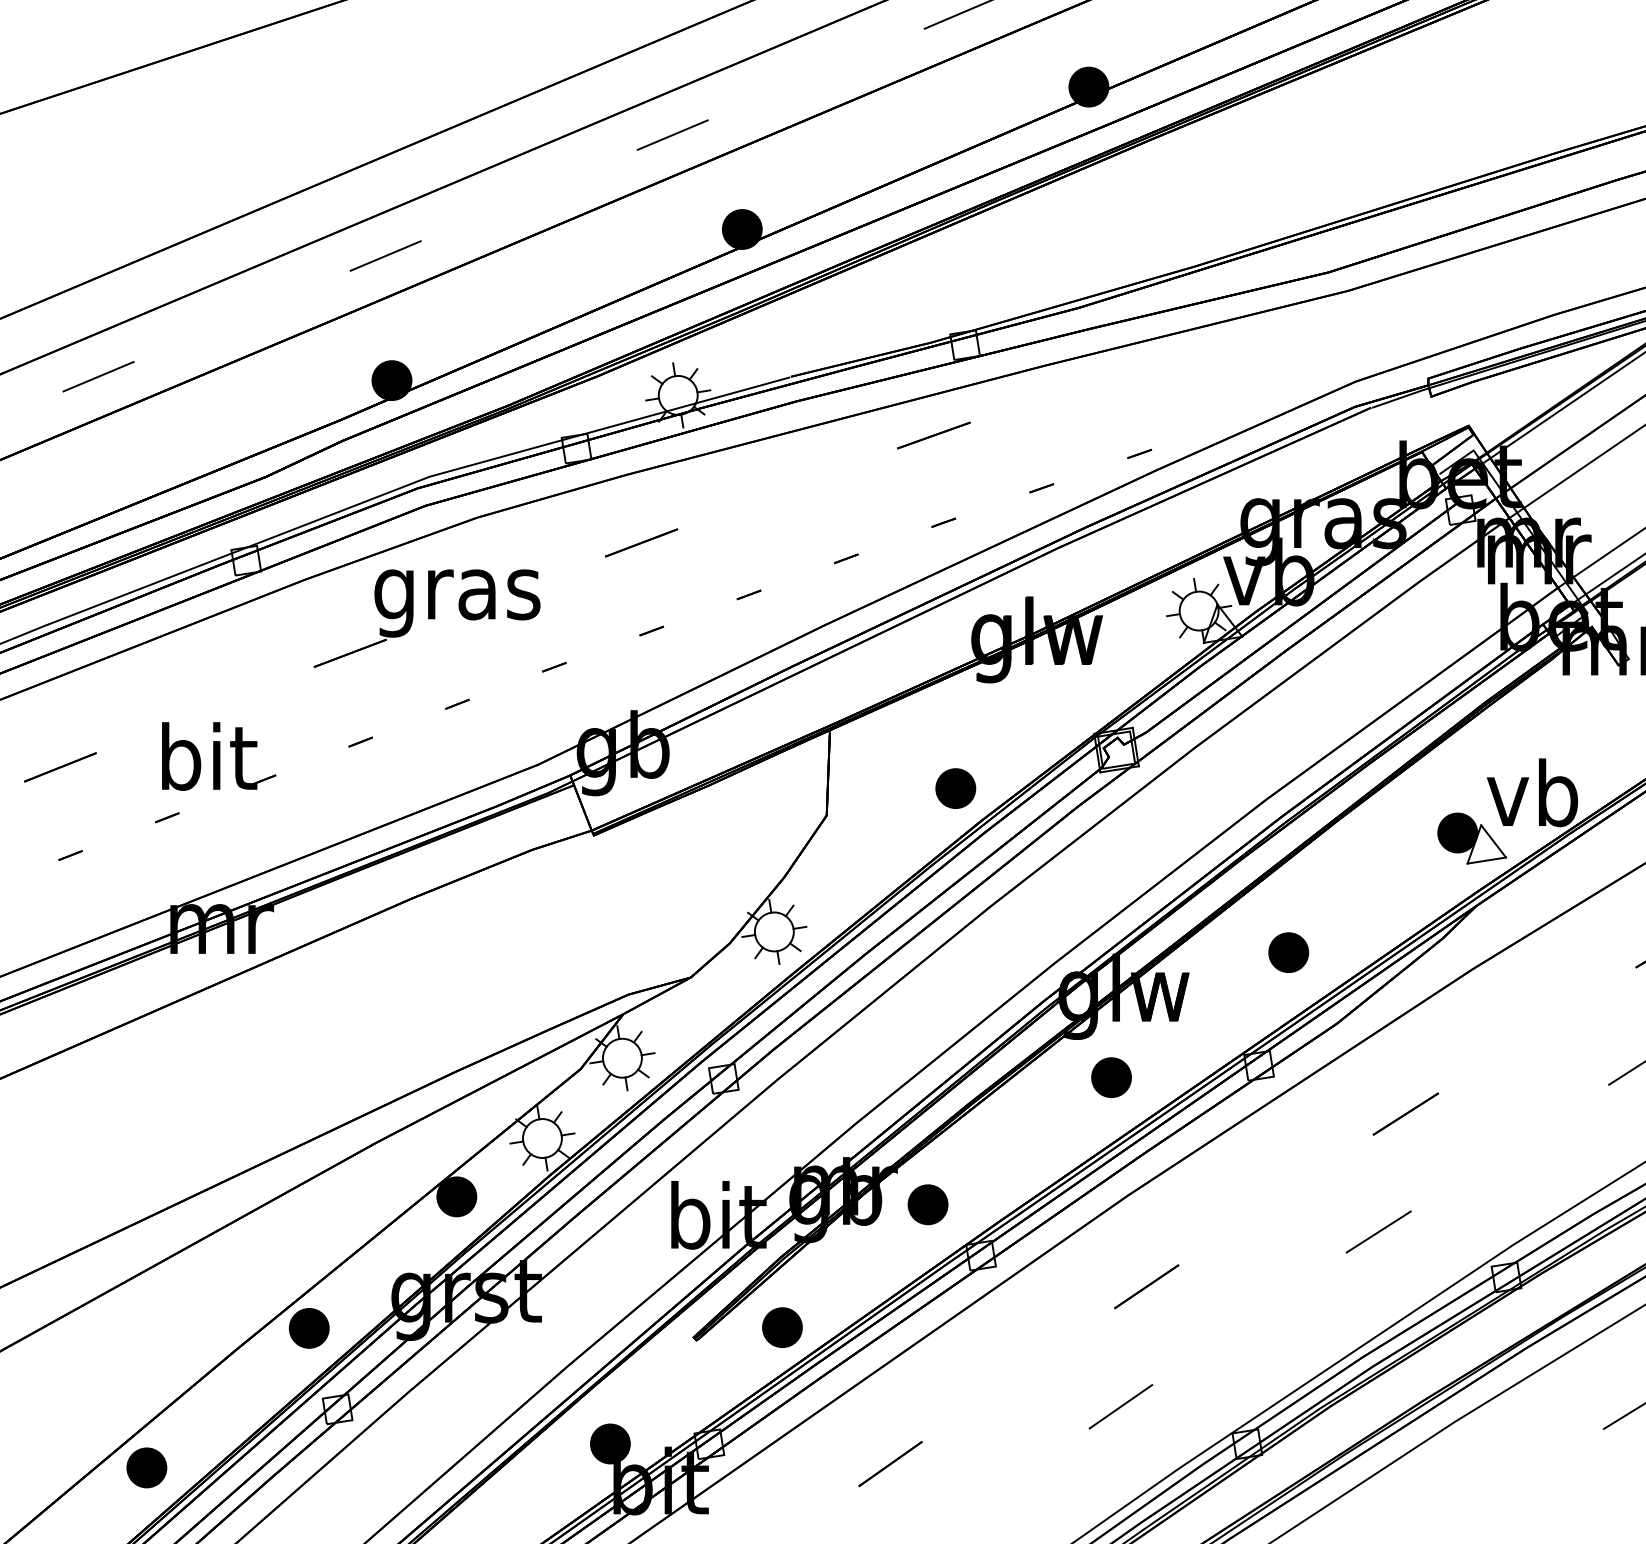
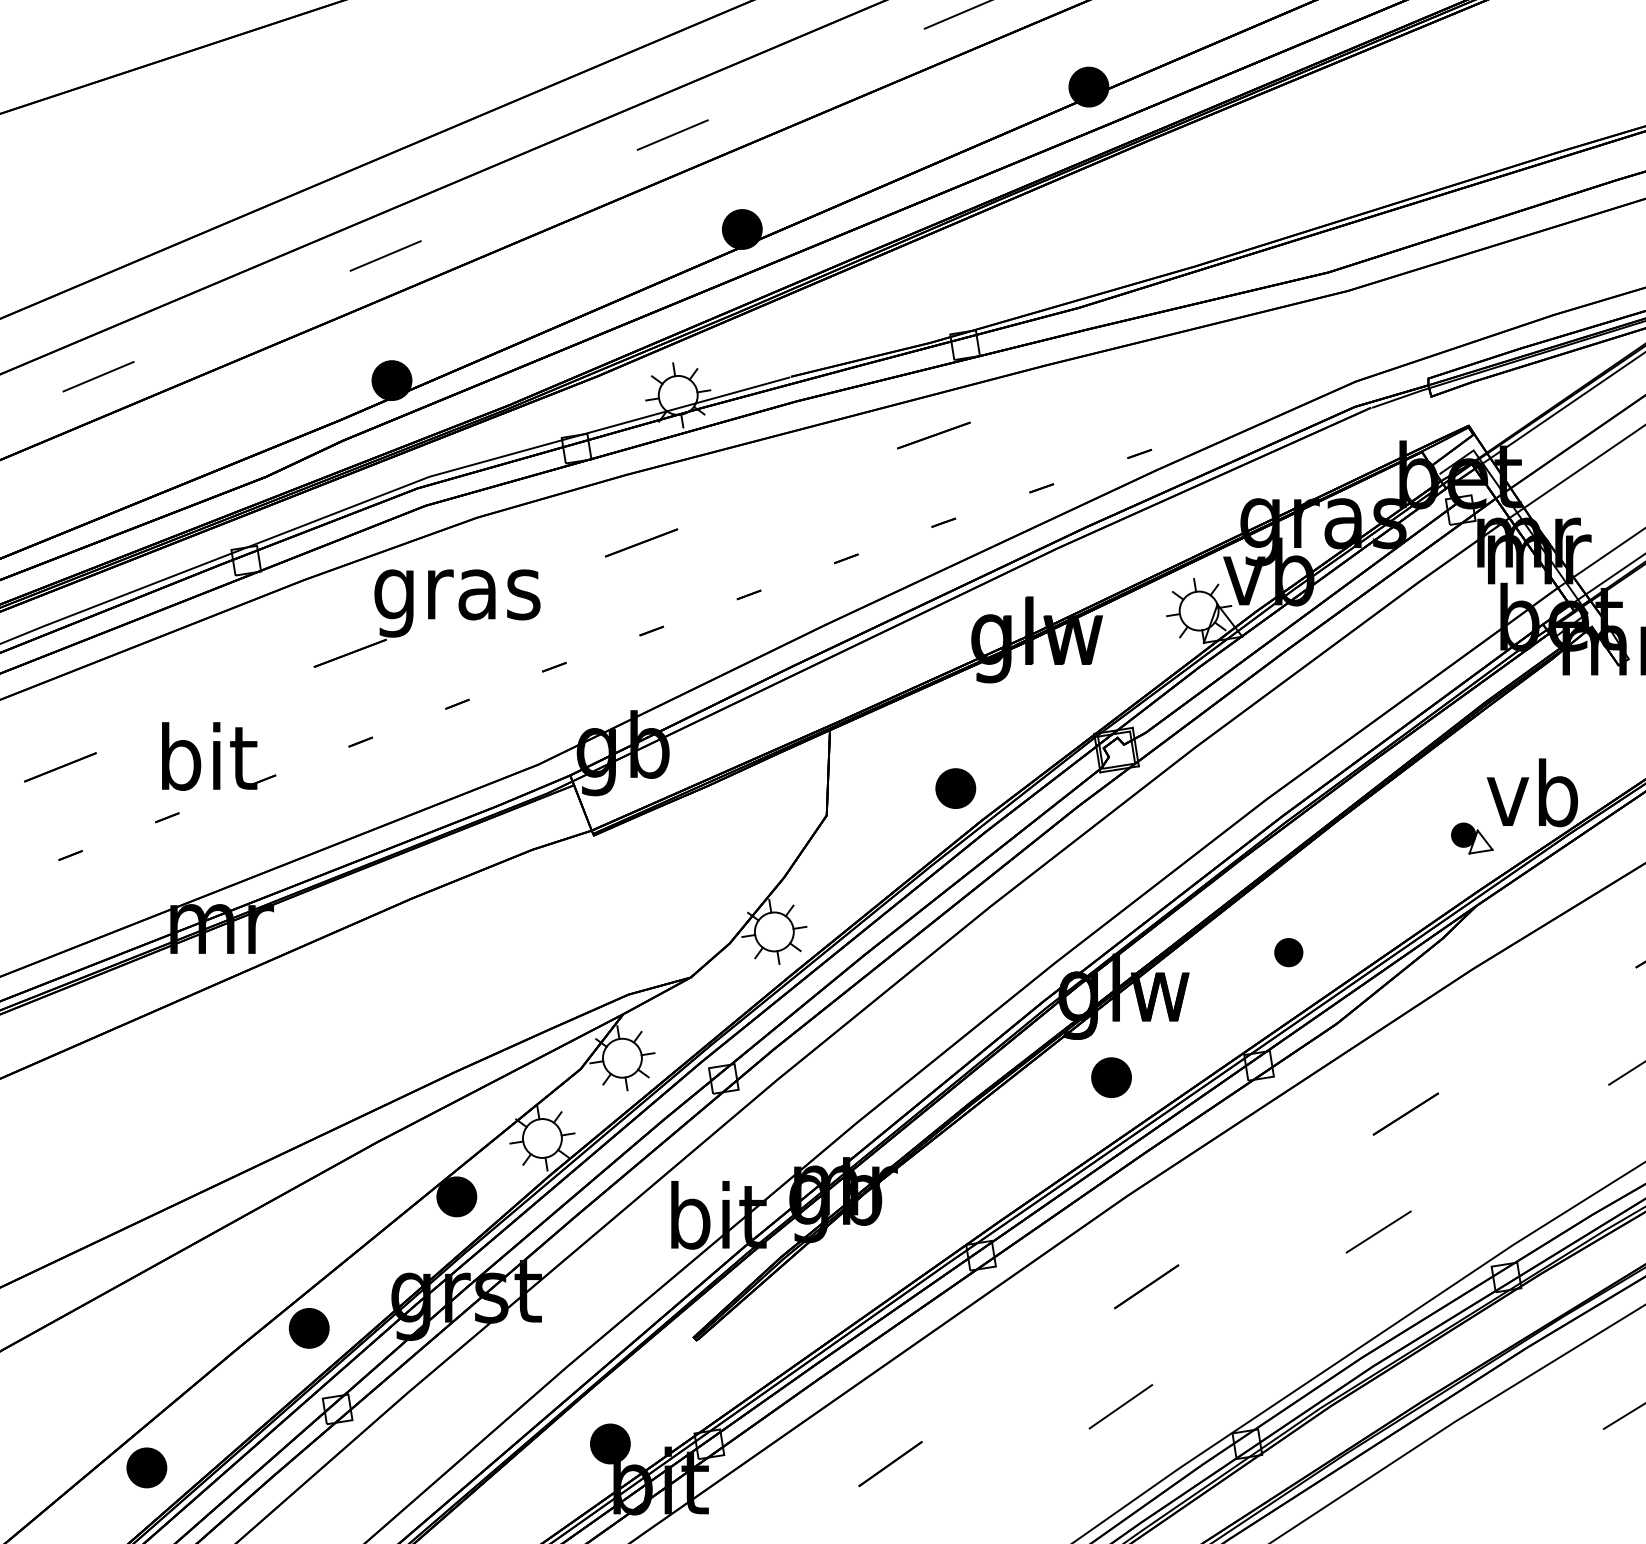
part at (1472, 838) size: 71x53 px -> 43x33 px
part at (1288, 952) size: 42x41 px -> 30x30 px
part at (927, 1204): present -> none
part at (782, 1327): present -> none
